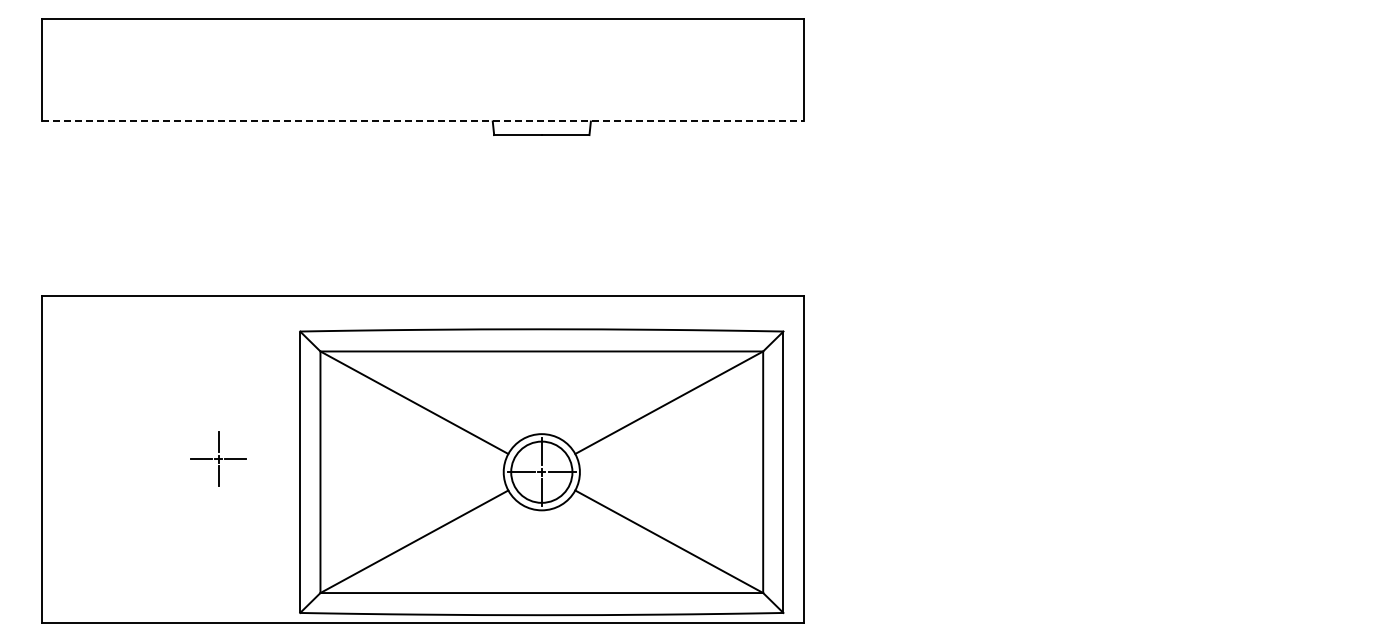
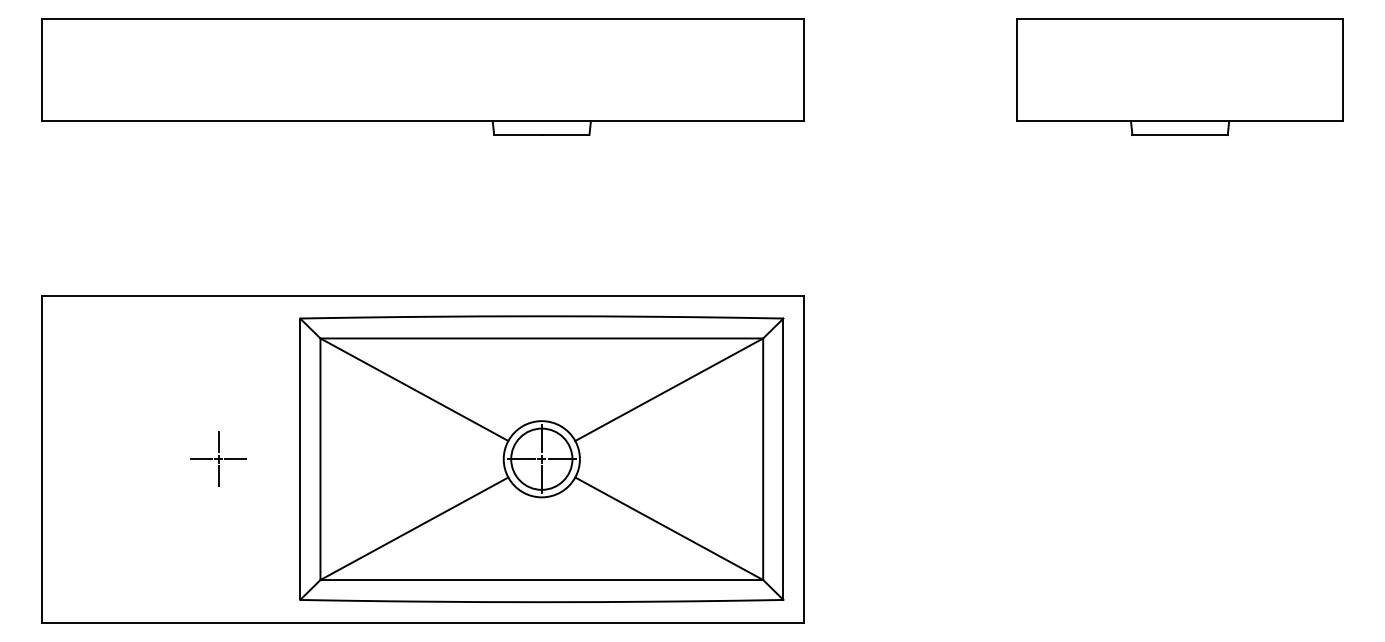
part at (1179, 76): none -> present
line at (423, 121): dashed -> solid
part at (541, 472) position: (541, 472) -> (541, 459)
